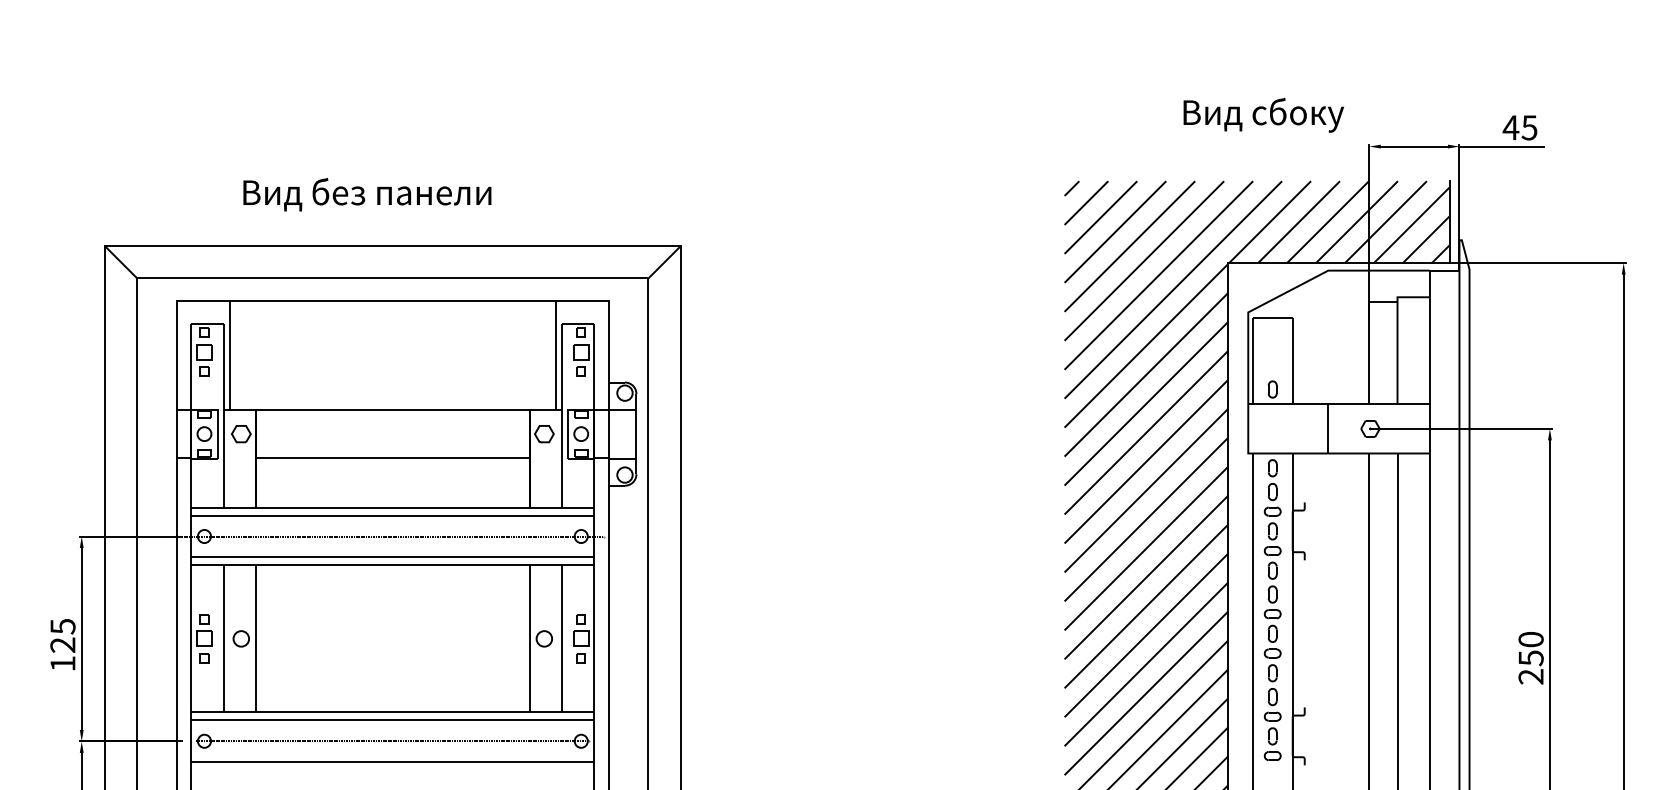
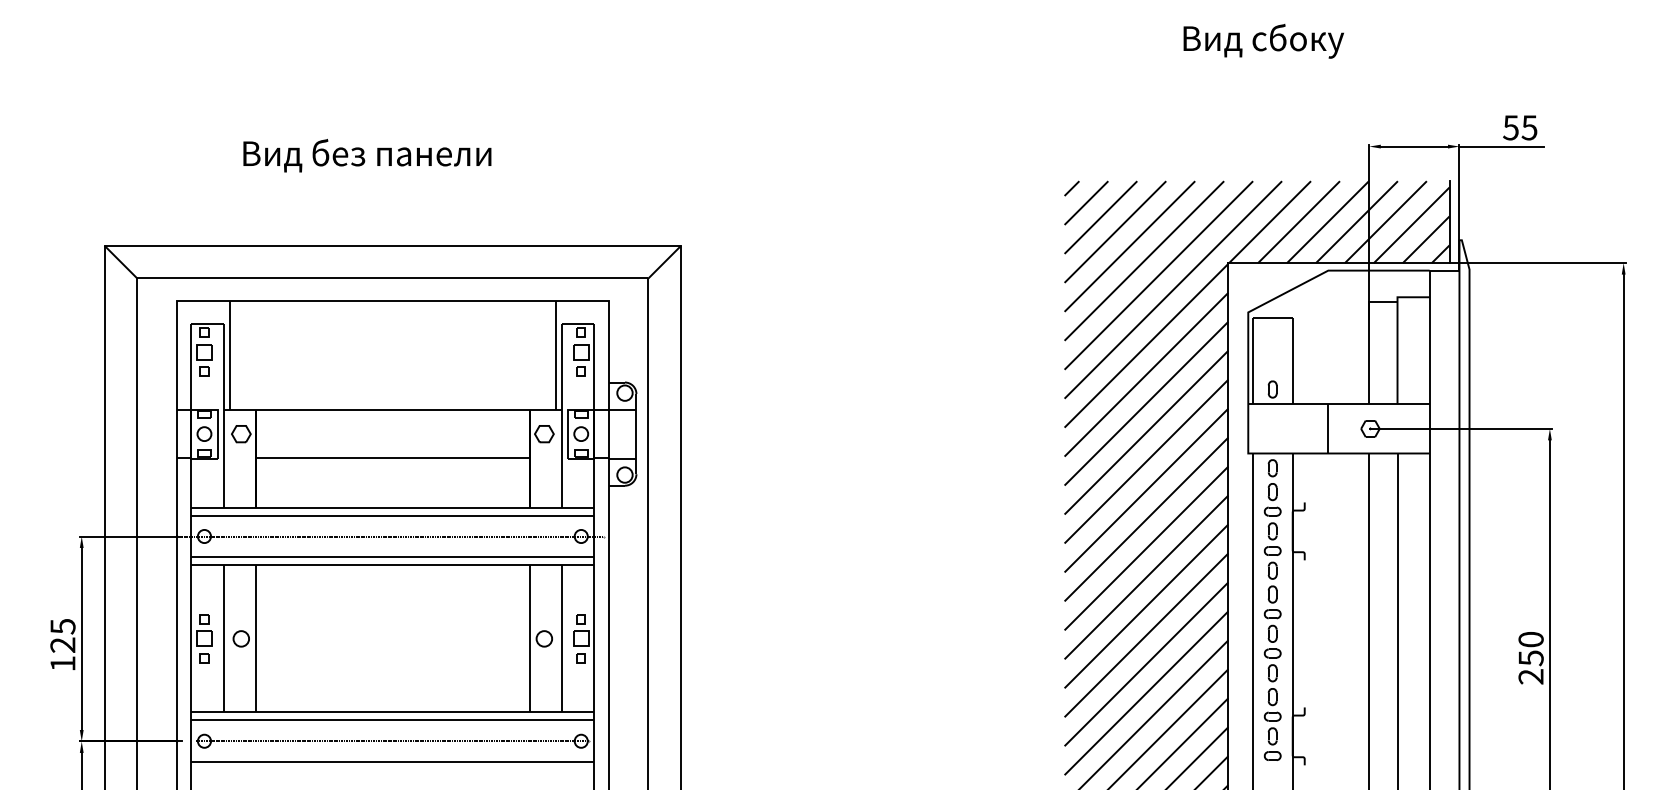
text at (1263, 115) position: (1263, 115) -> (1263, 41)
text at (1510, 127): 45 -> 55
text at (367, 194) position: (367, 194) -> (367, 155)
